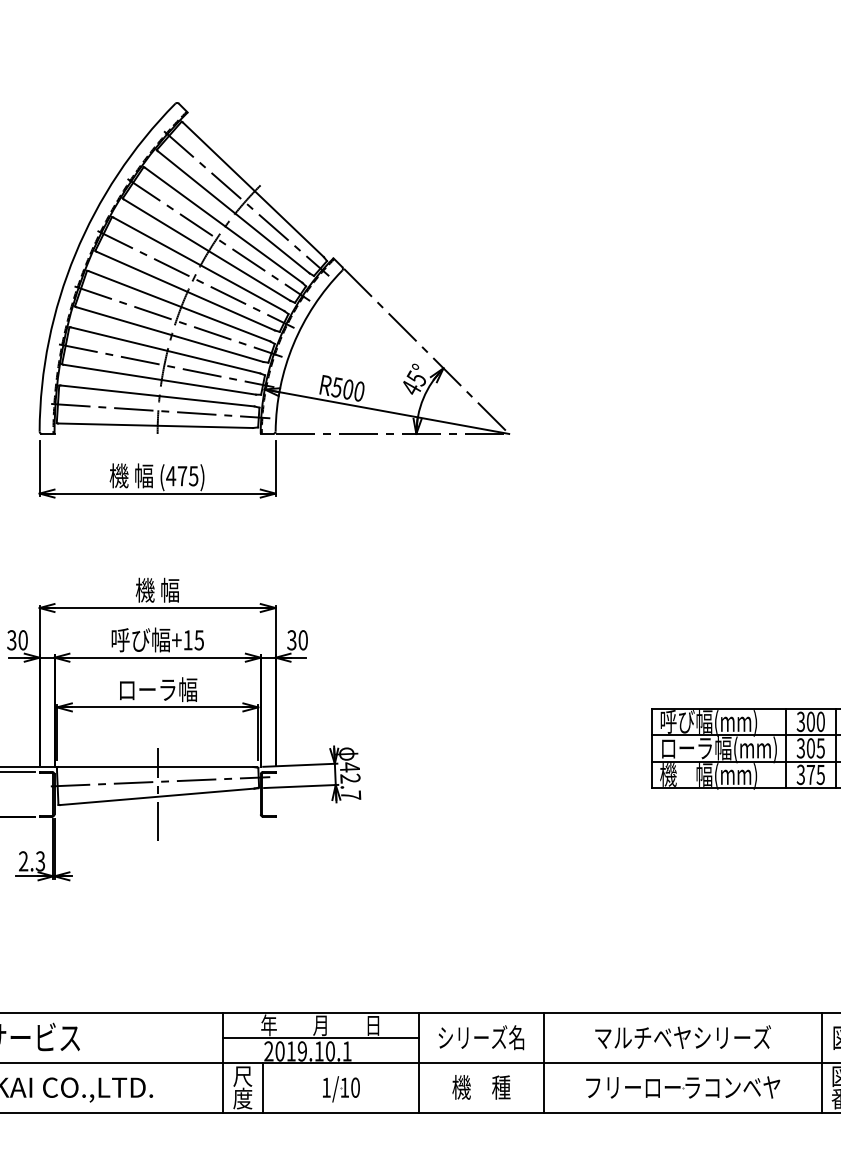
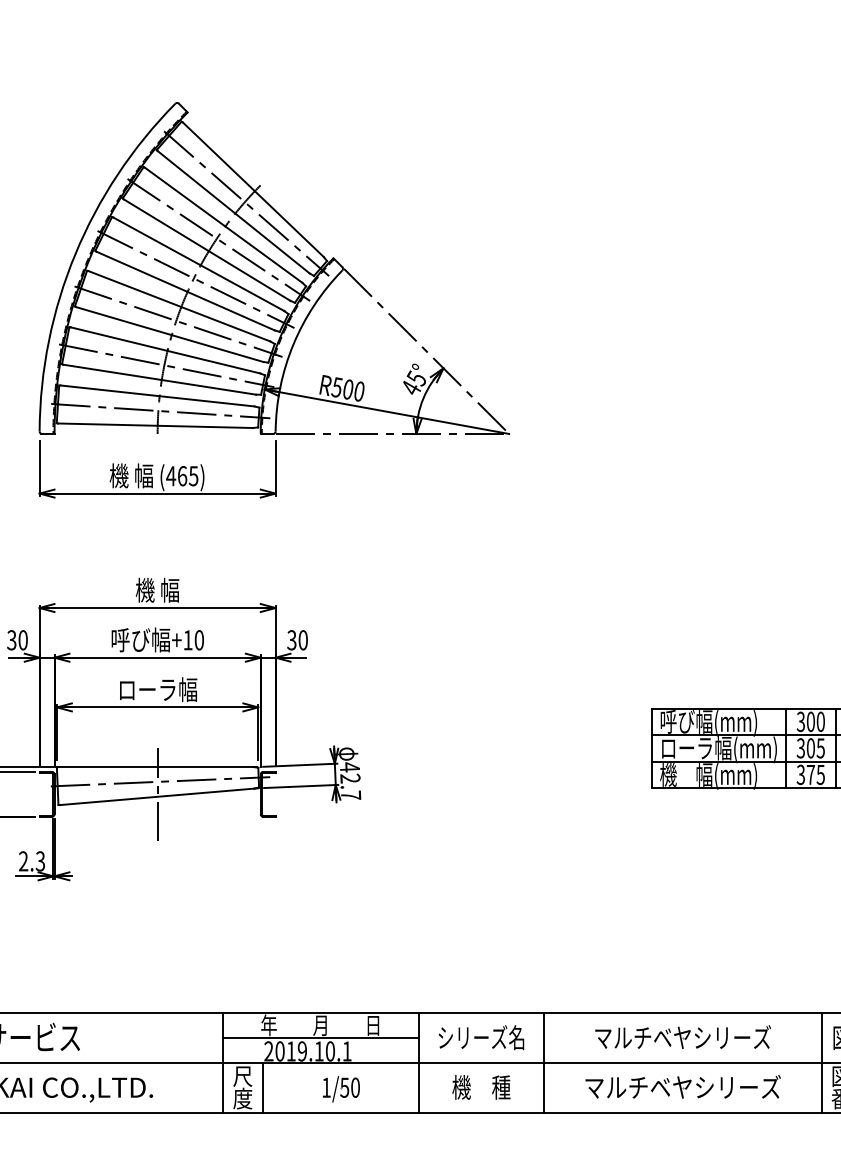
text at (182, 476): (475) -> (465)
text at (198, 640): +15 -> +10
text at (682, 1086): フリーローラコンベヤ -> マルチベヤシリーズ
text at (344, 1087): 1/10 -> 1/50
